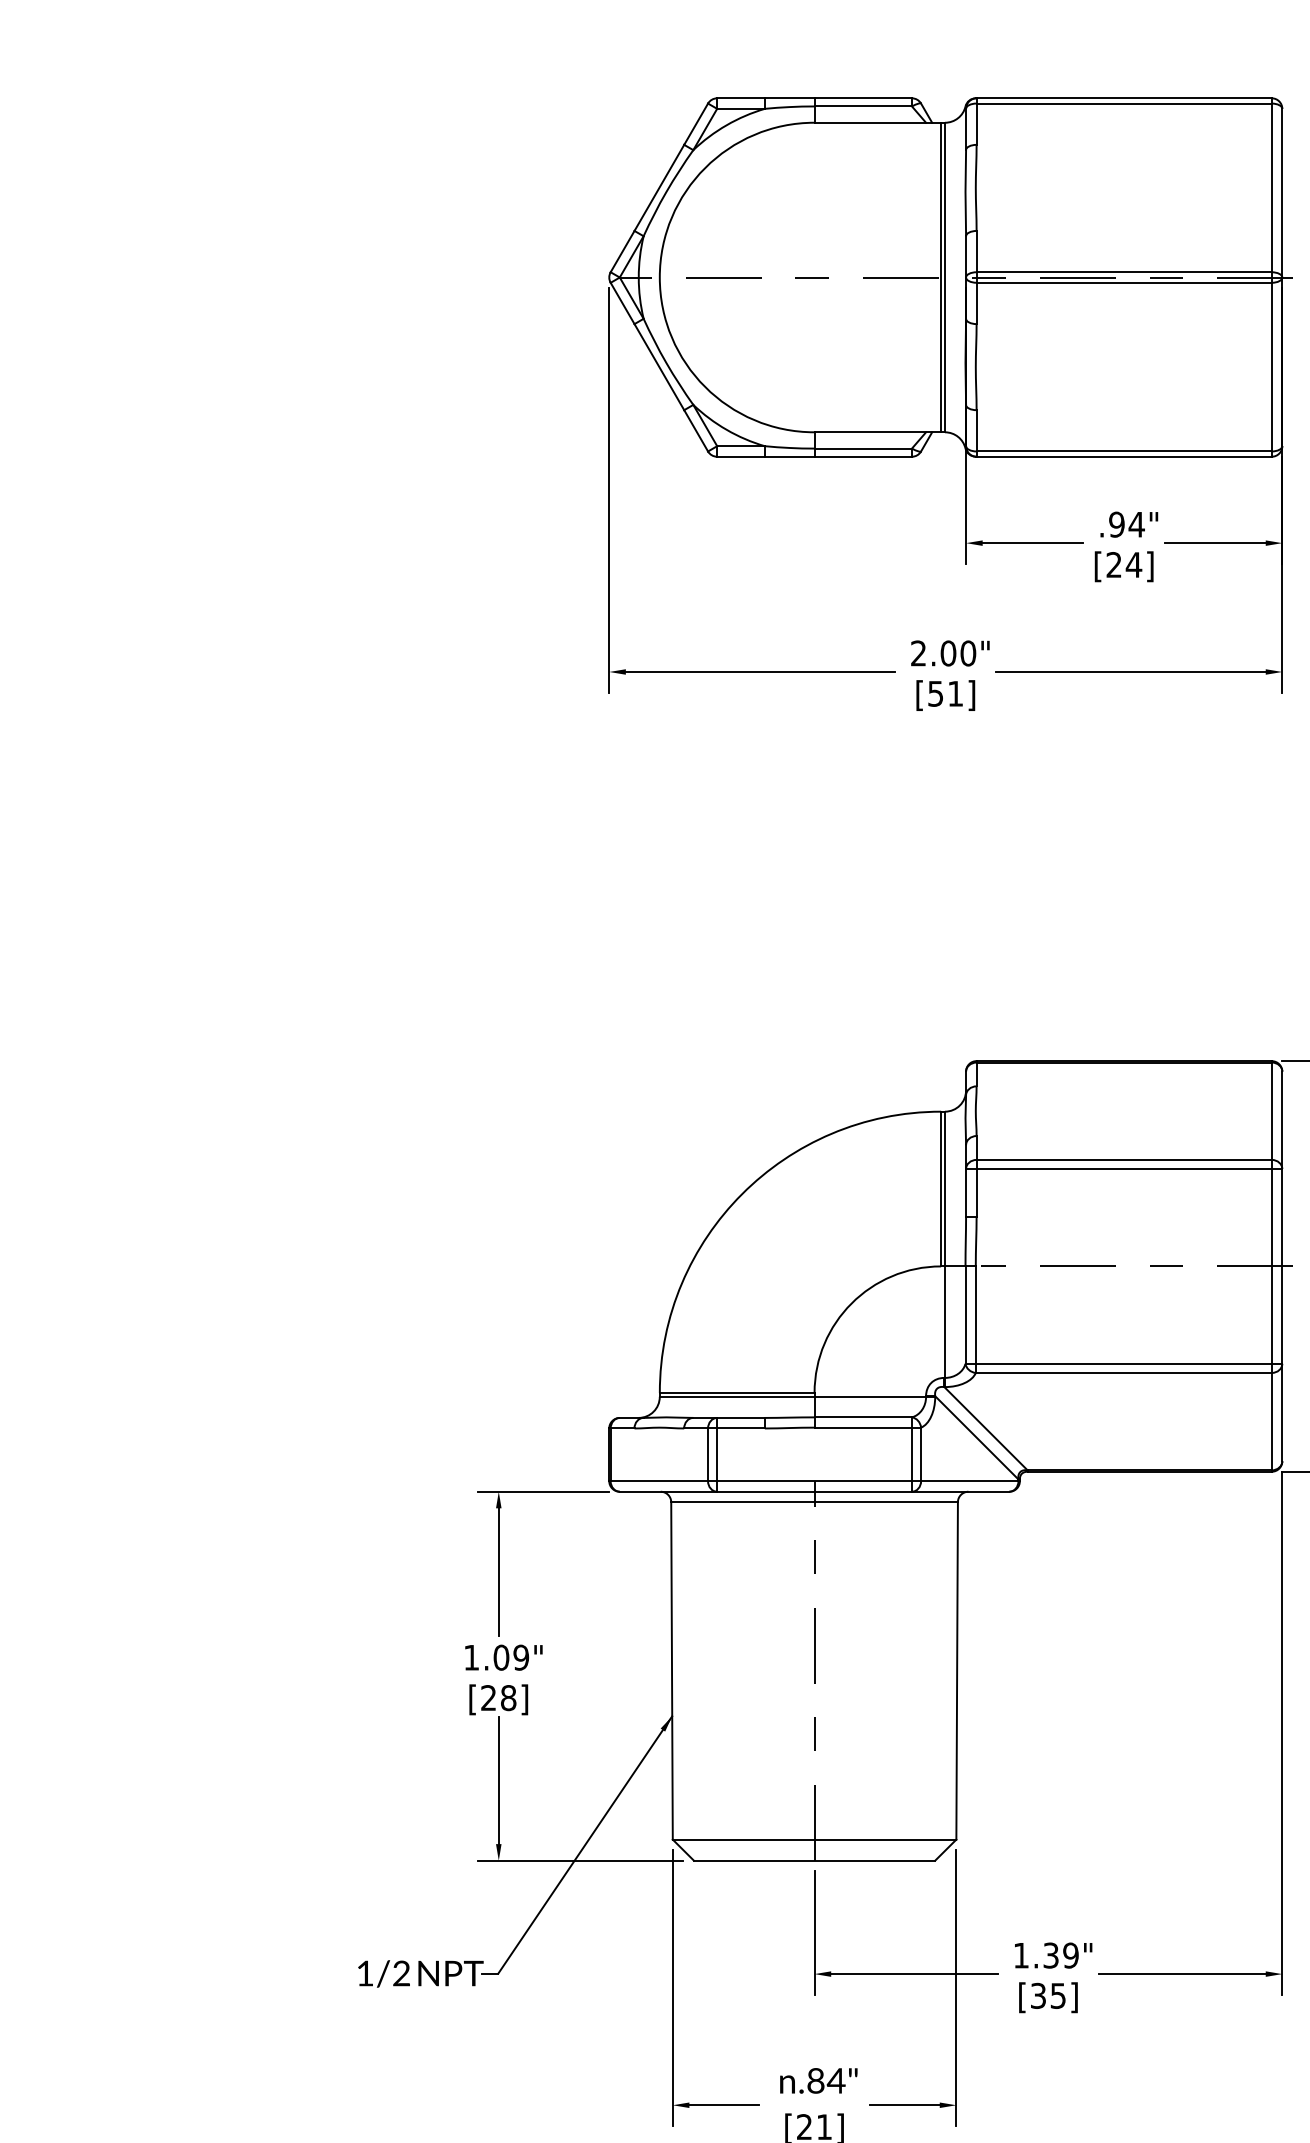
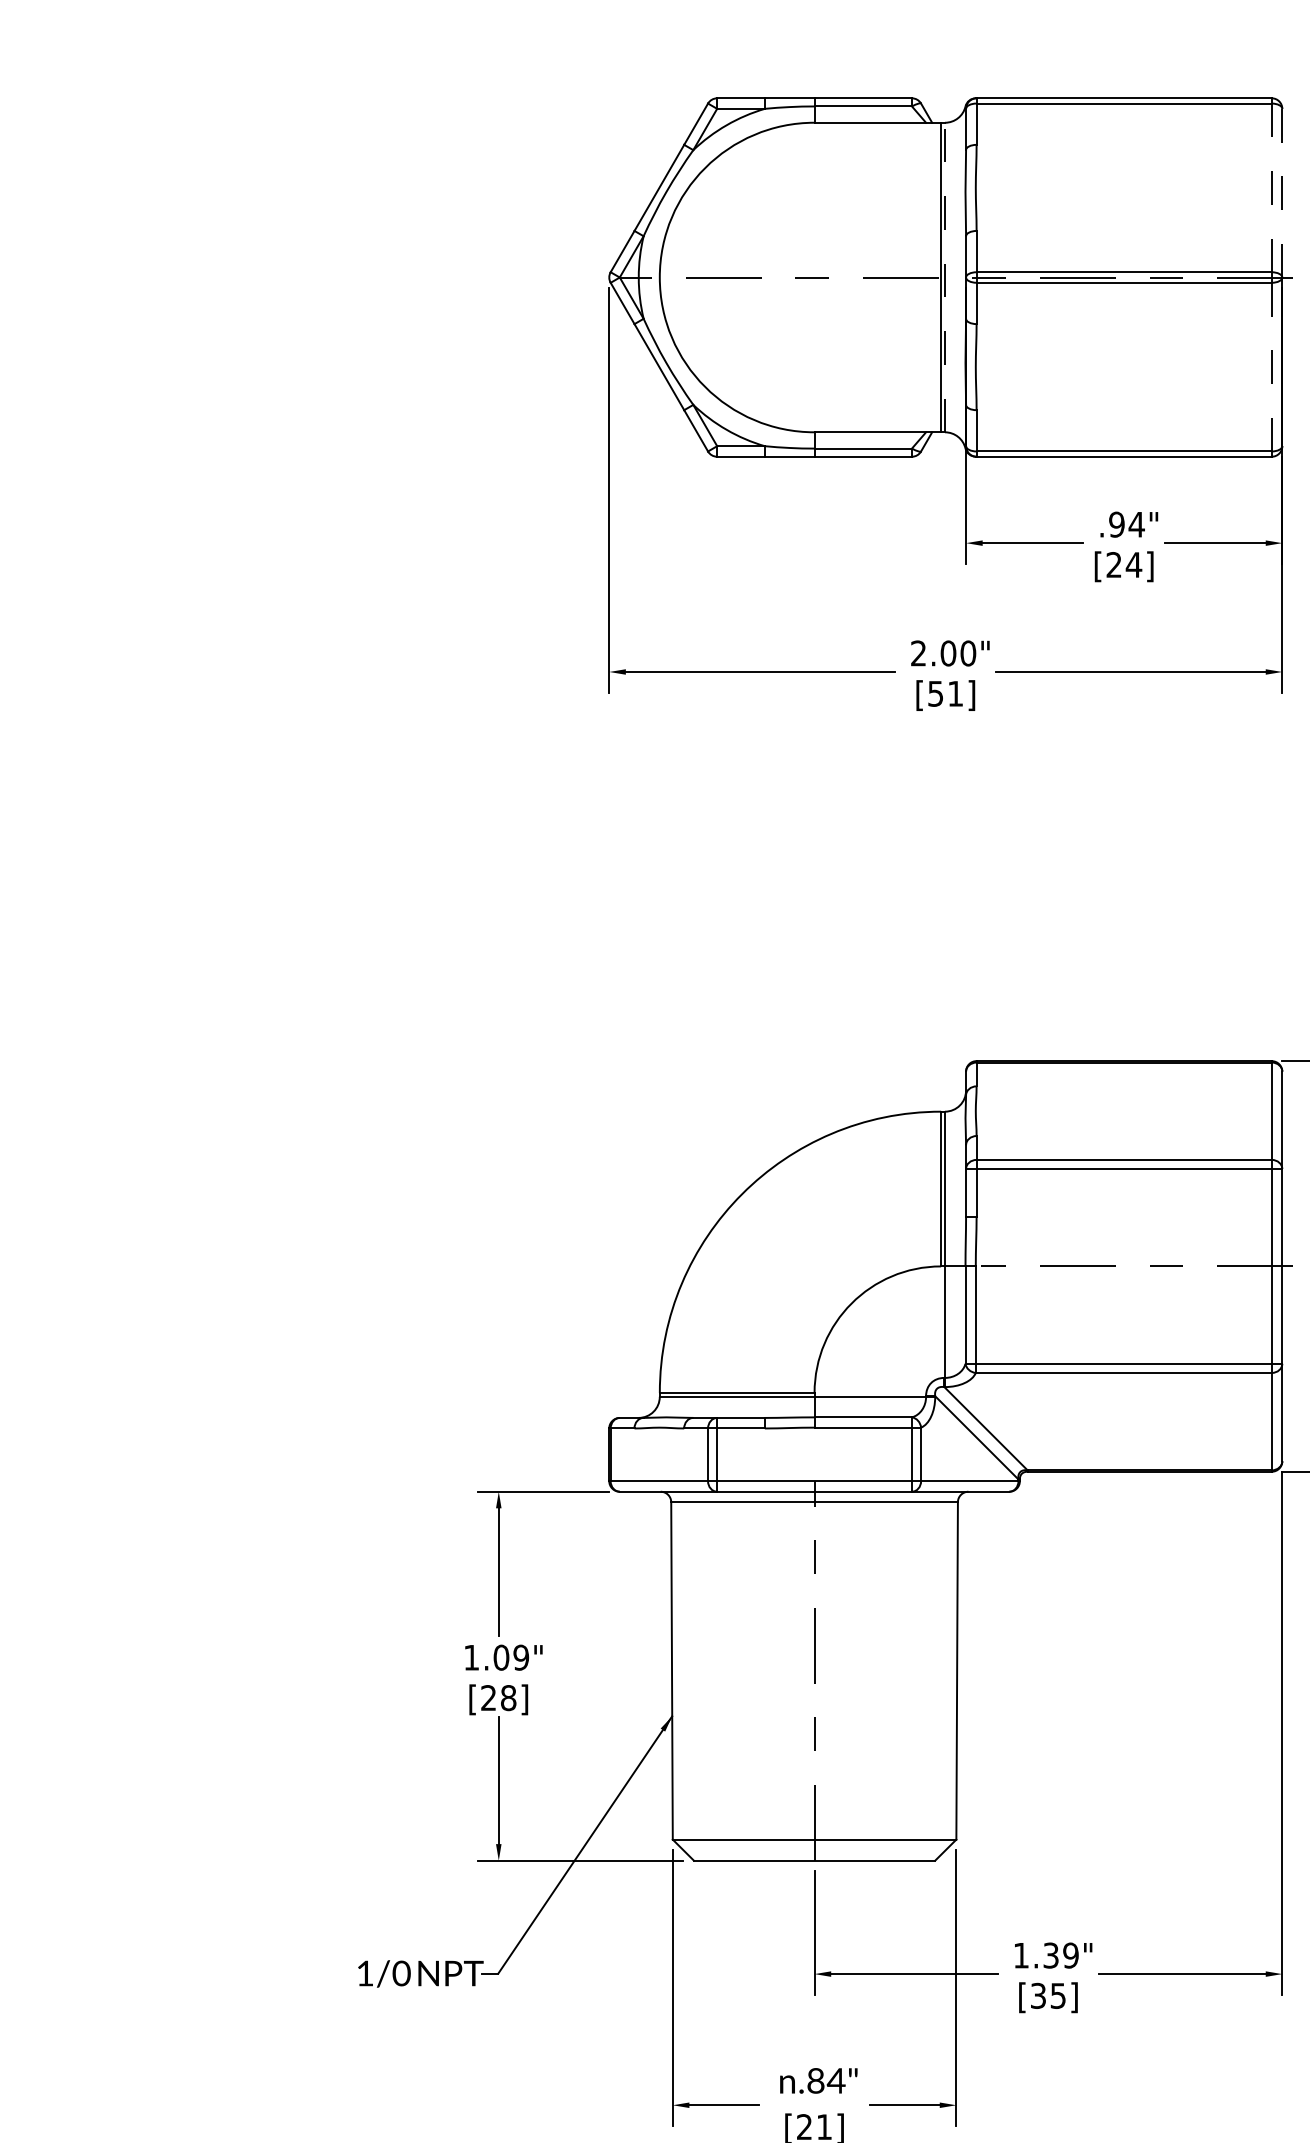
line at (1271, 188): solid -> dashed
line at (1282, 192): solid -> dashed
line at (945, 277): solid -> dashed
line at (1271, 367): solid -> dashed
text at (401, 1973): 1/2 -> 1/0
